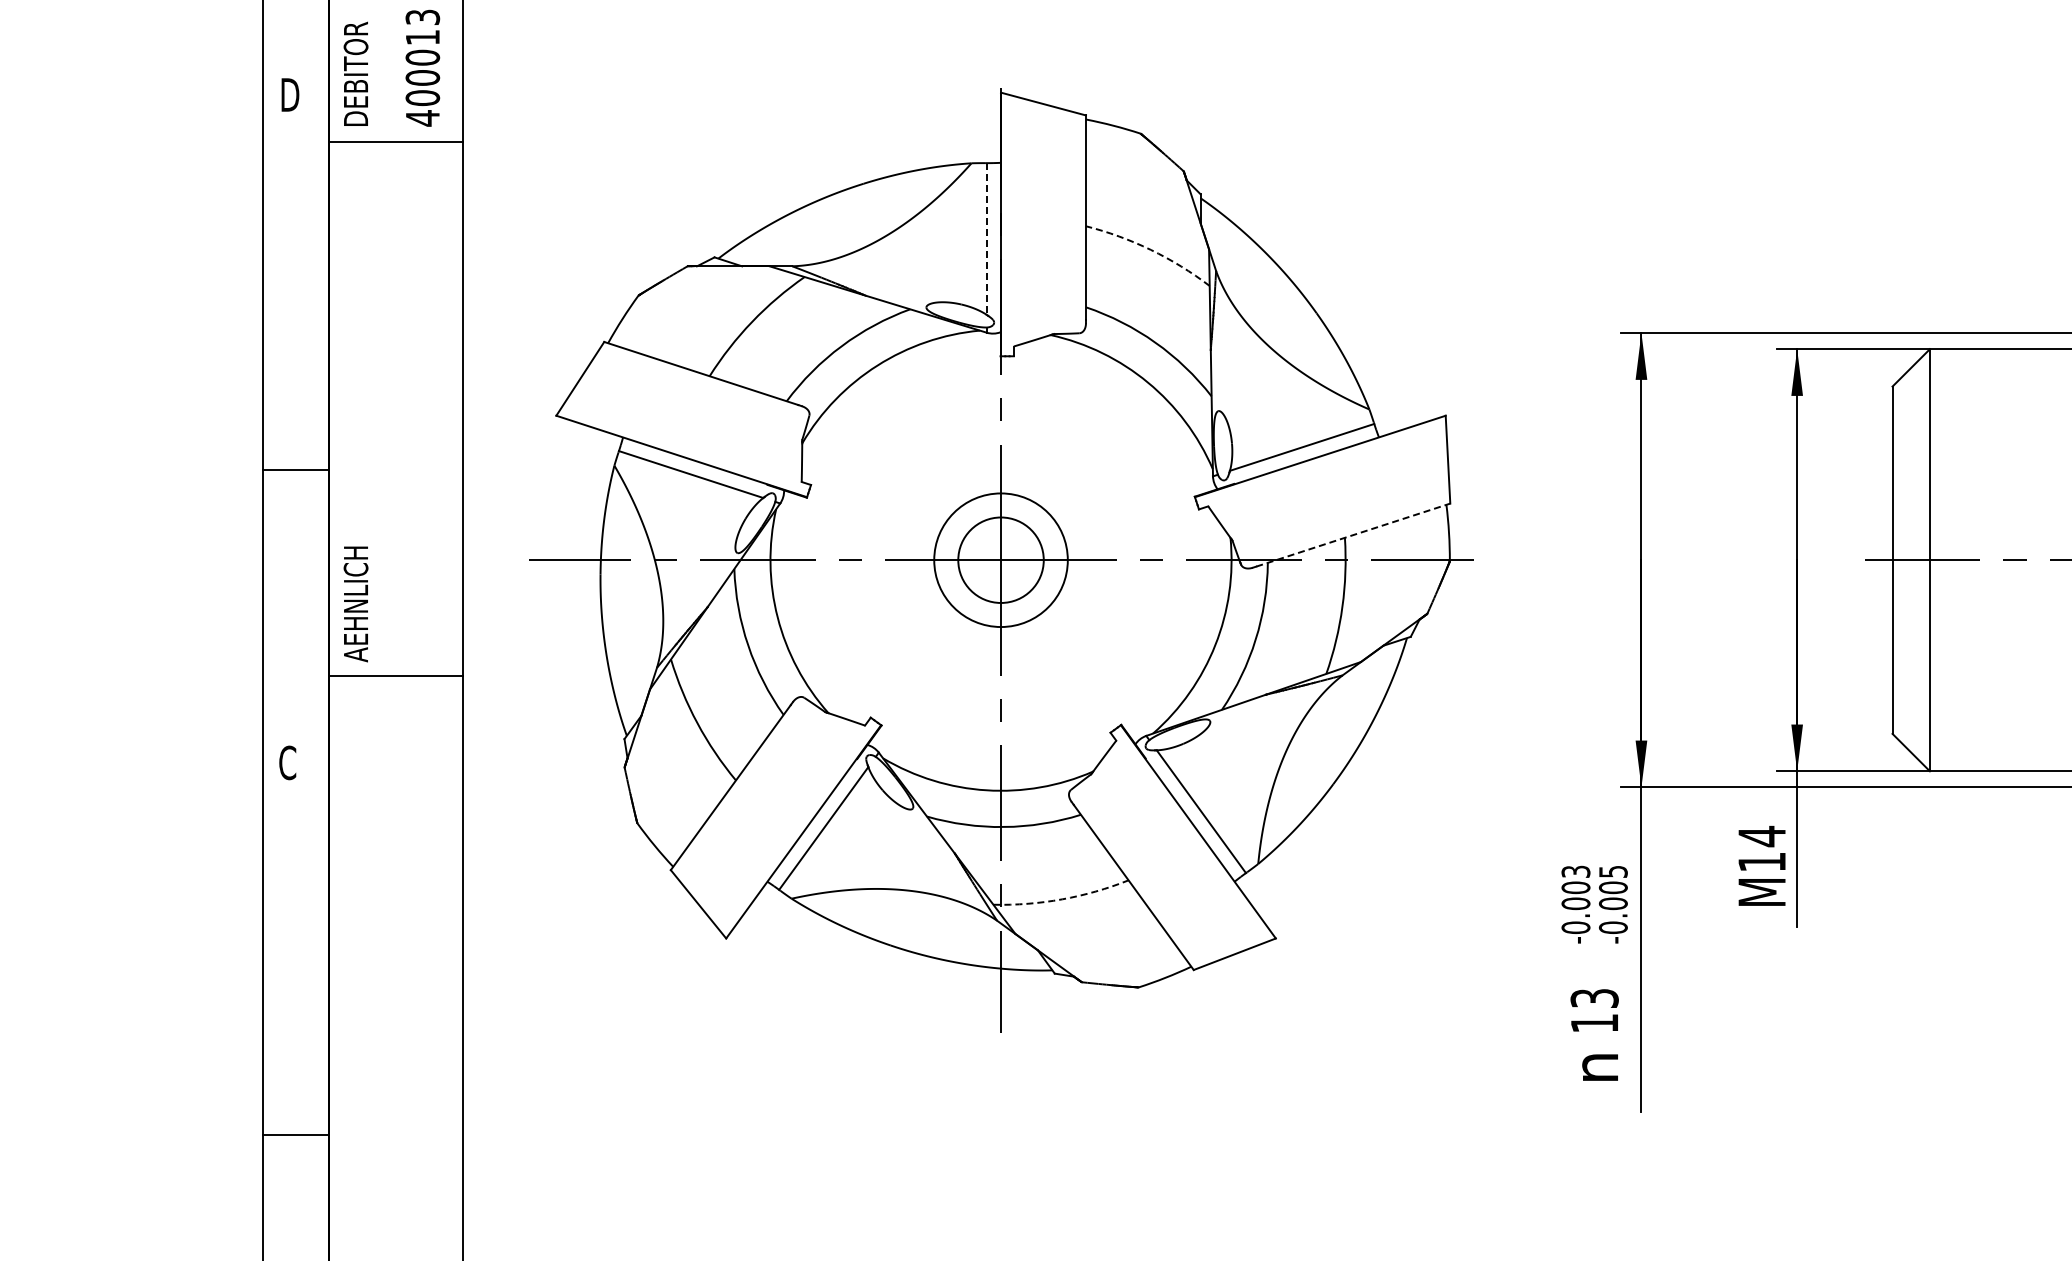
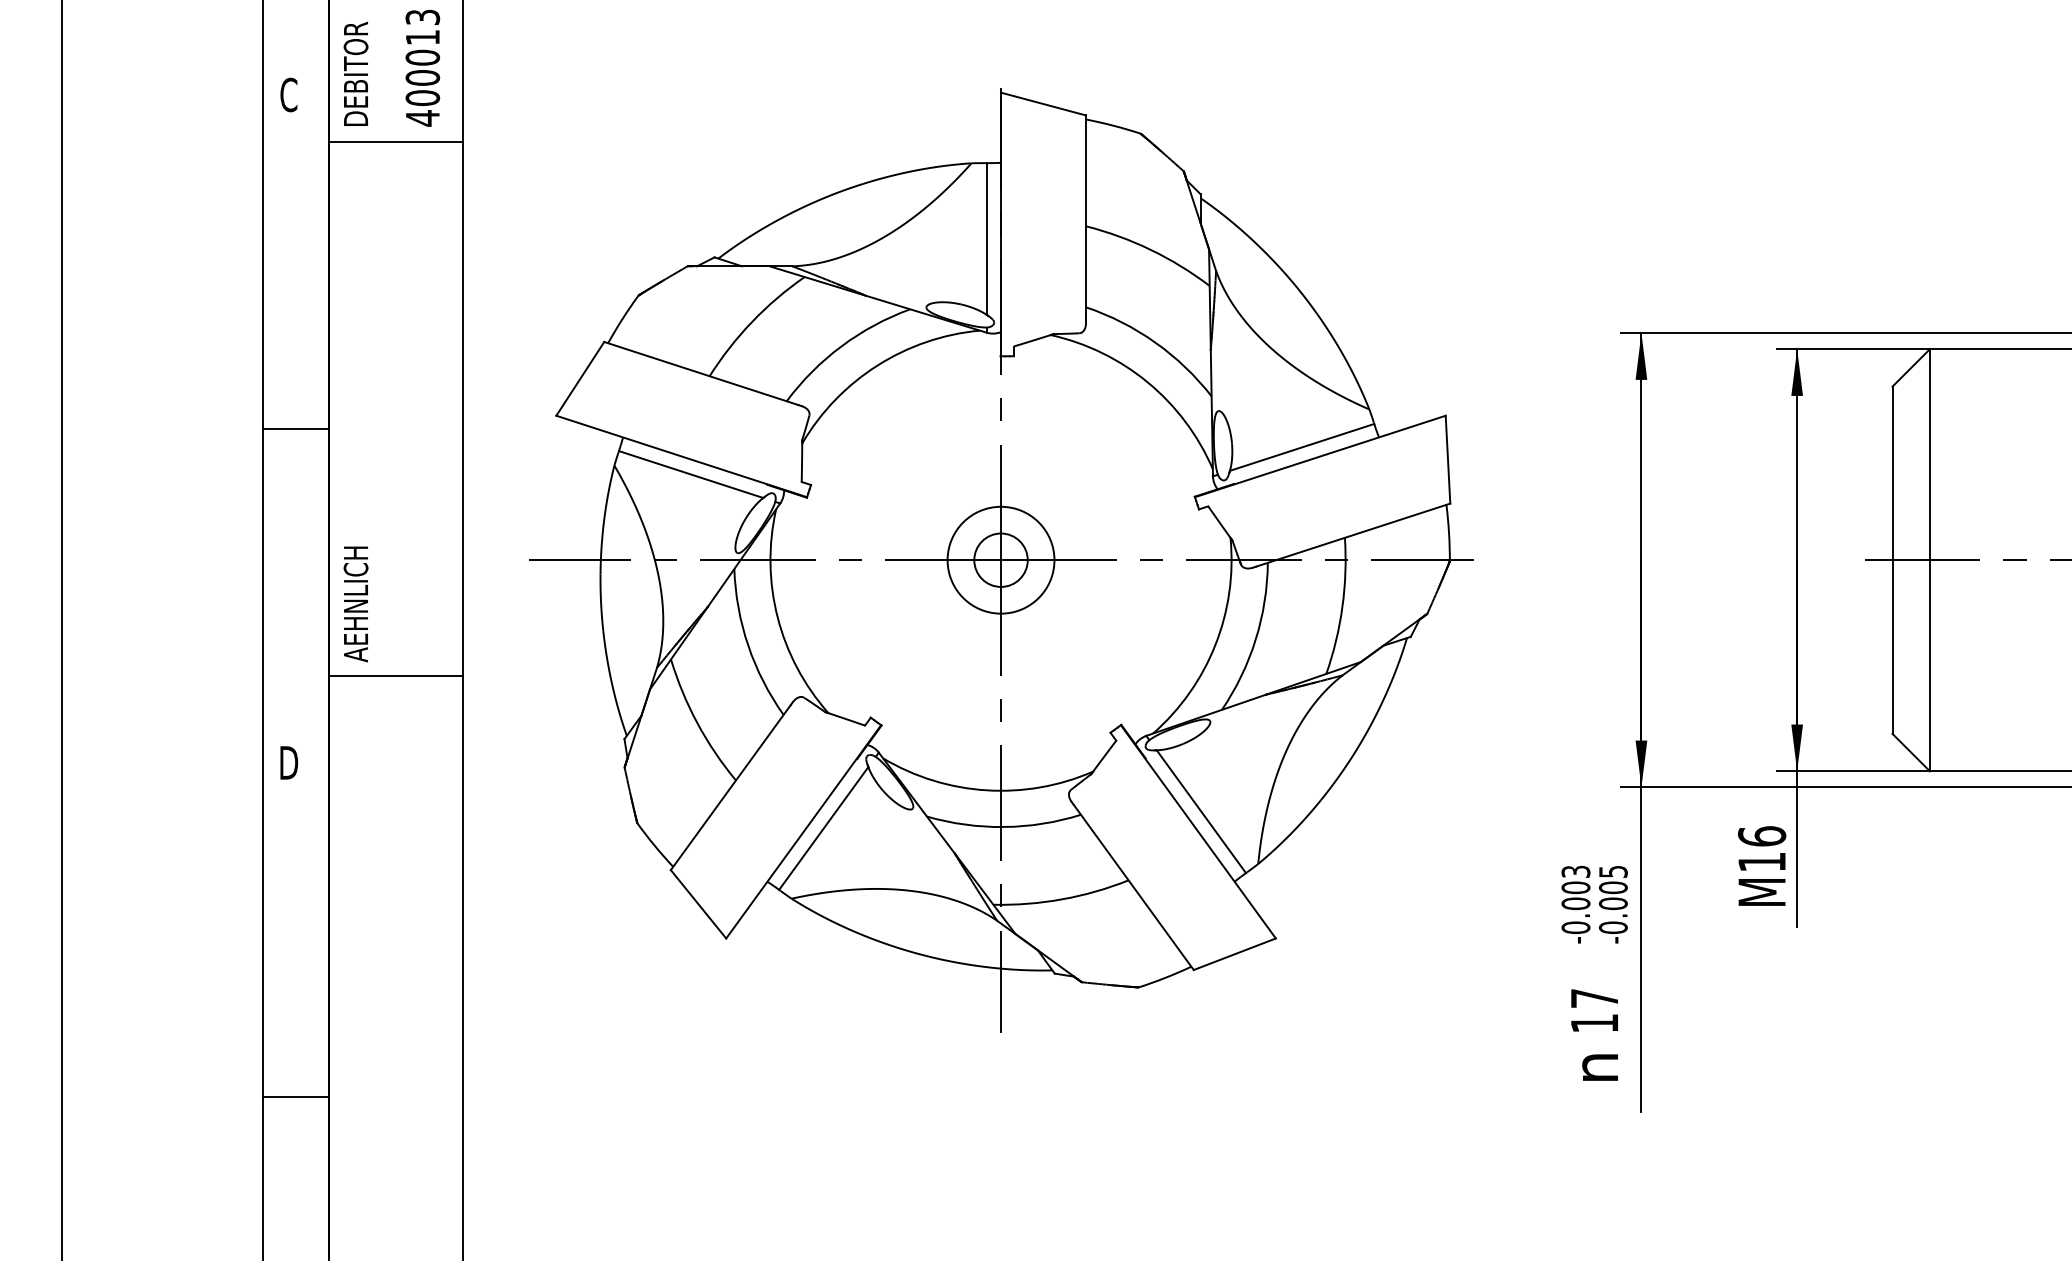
text at (289, 94): D -> C
line at (986, 239): dashed -> solid
arc at (1150, 249): dashed -> solid
line at (295, 469) position: (295, 469) -> (295, 428)
line at (1353, 534): dashed -> solid
circle at (1000, 559) diameter: 85 px -> 53 px
circle at (1000, 560) diameter: 134 px -> 107 px
line at (62, 629): none -> present
text at (288, 762): C -> D
text at (1762, 836): M14 -> M16
arc at (1062, 899): dashed -> solid
text at (1594, 998): 13 -> 17
line at (295, 1134) position: (295, 1134) -> (295, 1096)
